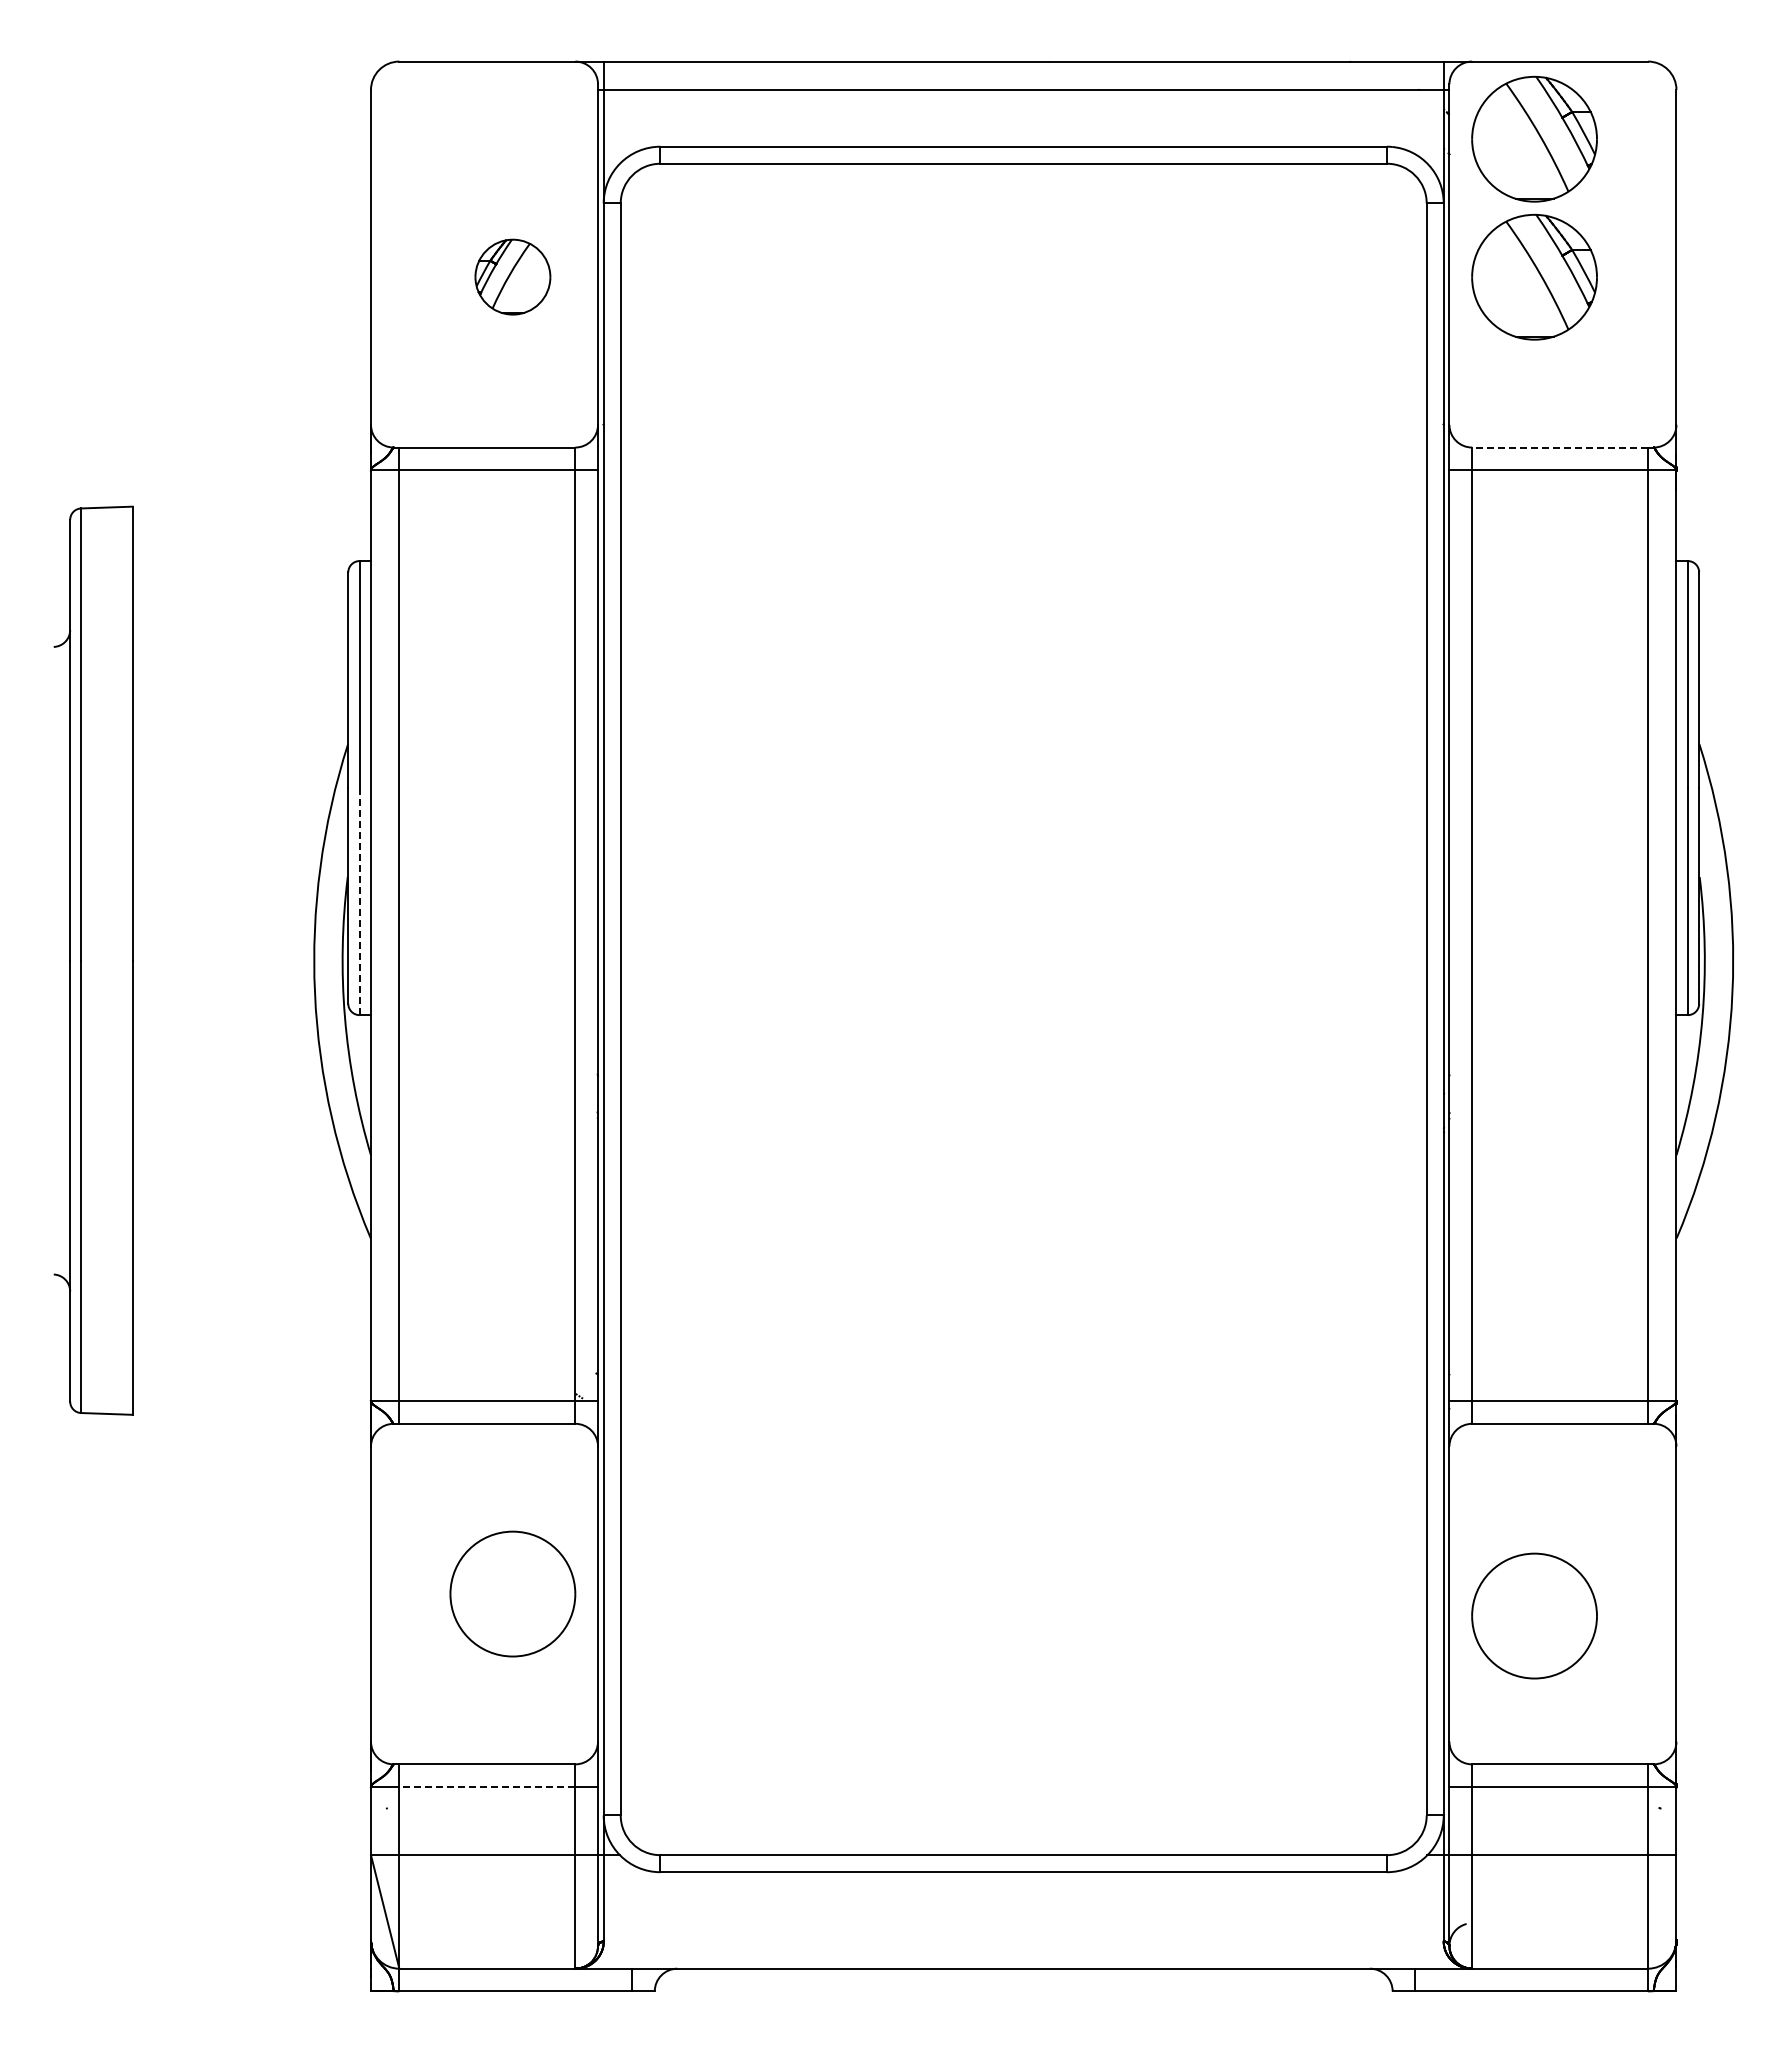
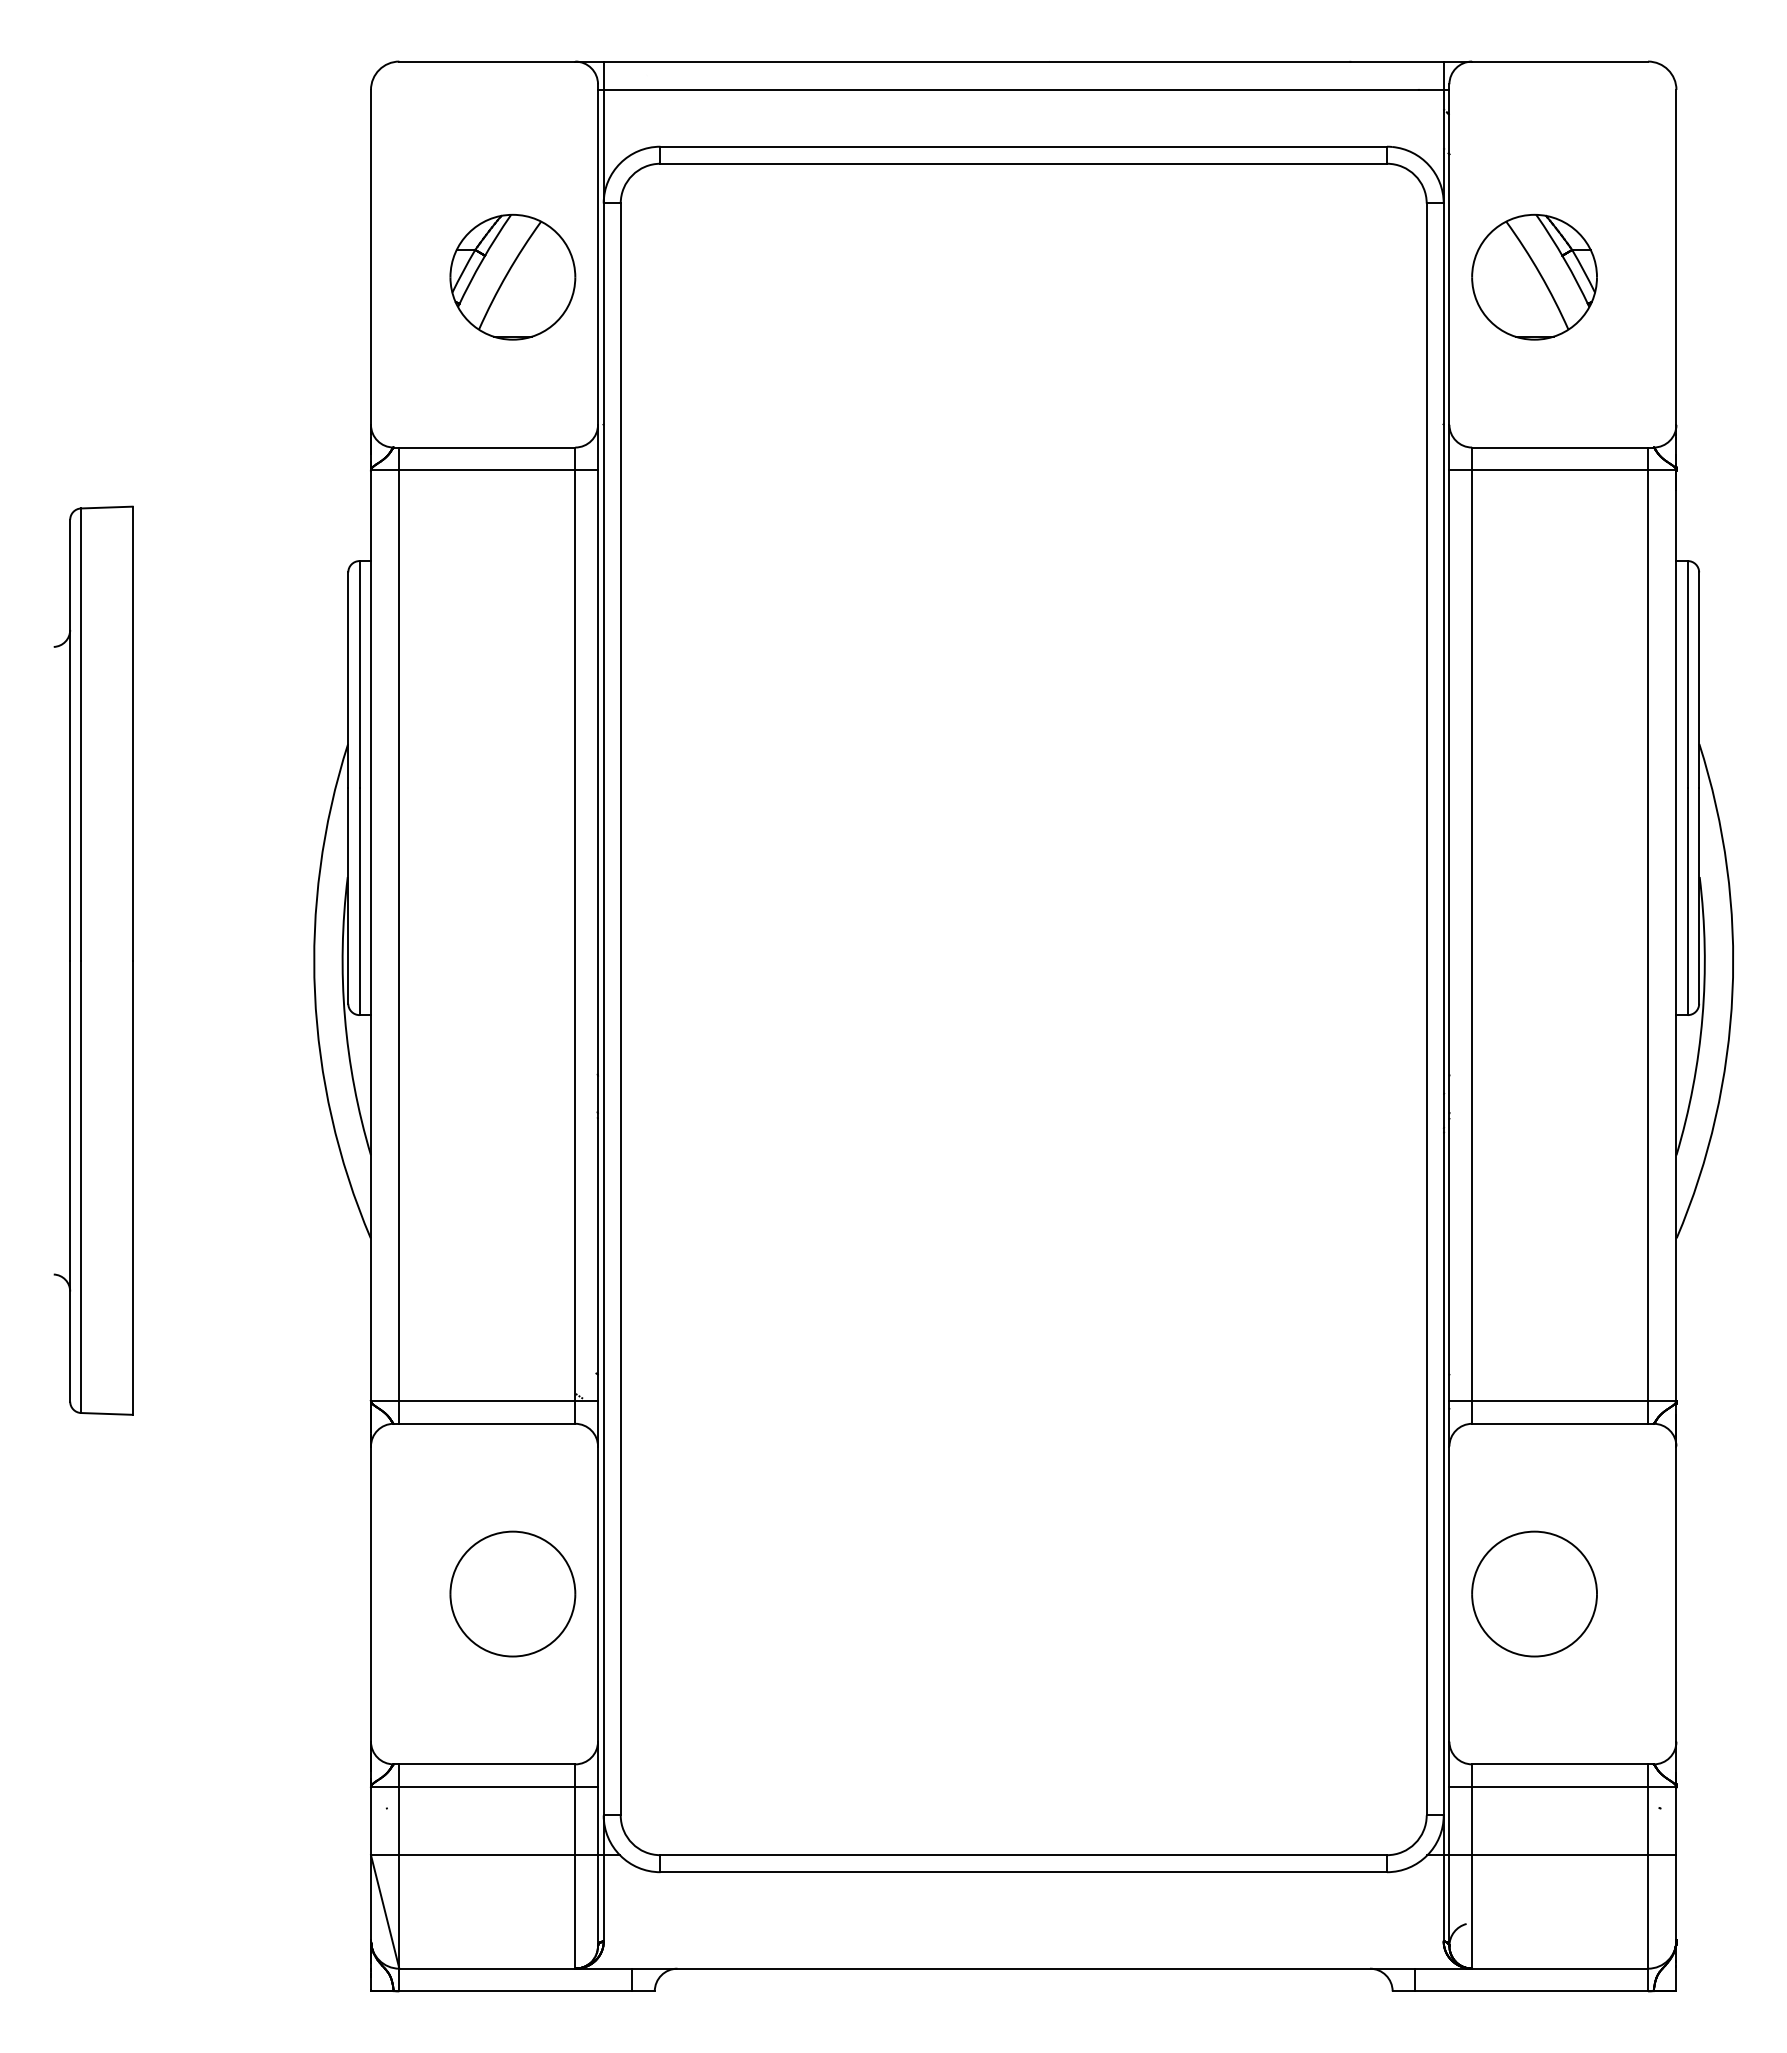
part at (1534, 138): present -> none
part at (512, 276) size: 78x78 px -> 128x128 px
line at (1560, 447): dashed -> solid
line at (359, 901): dashed -> solid
part at (1534, 1615) position: (1534, 1615) -> (1534, 1593)
line at (487, 1787): dashed -> solid
